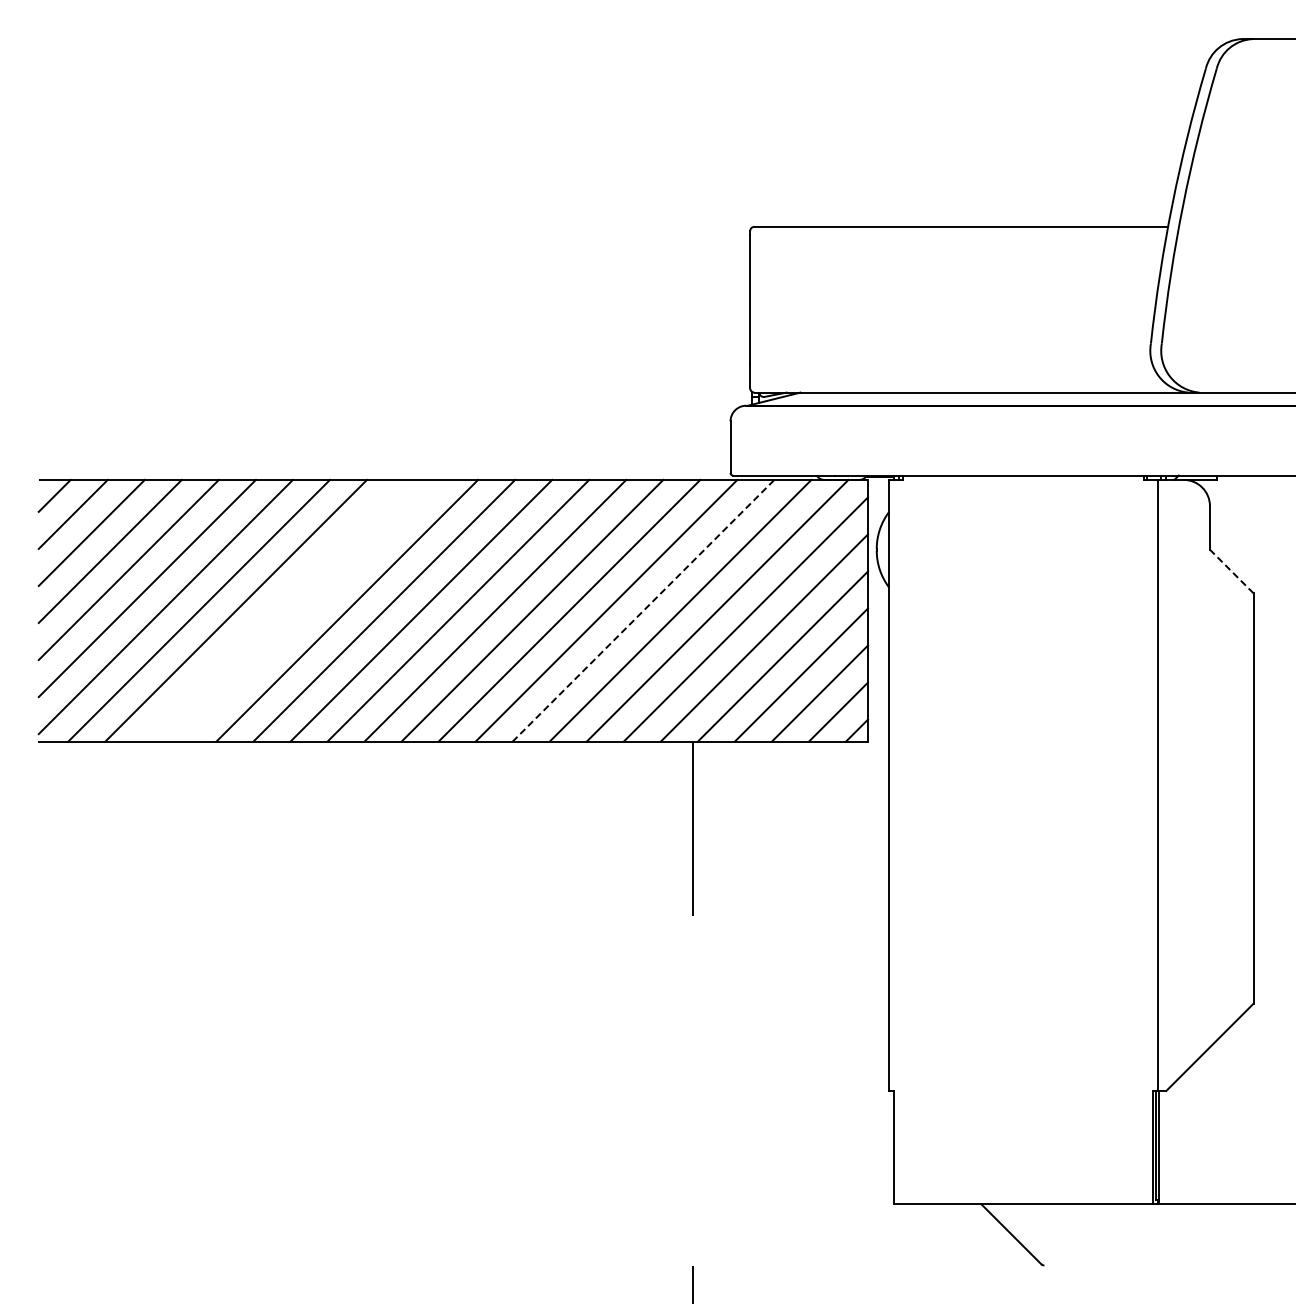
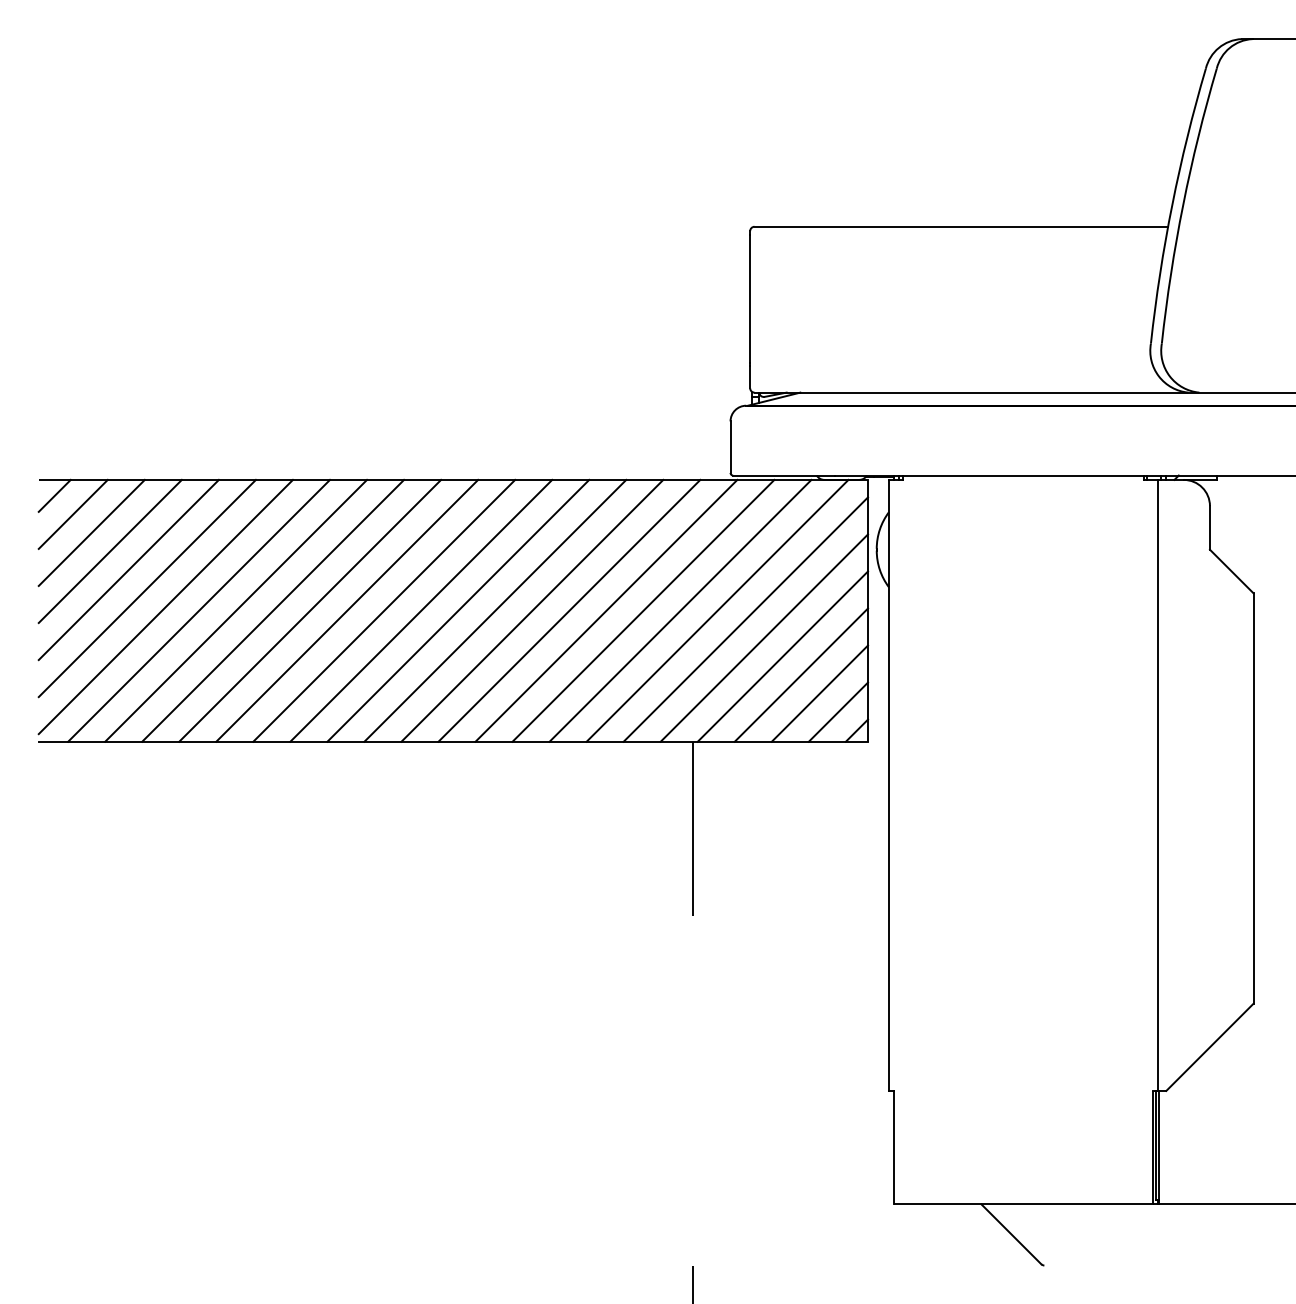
line at (1231, 571): dashed -> solid
line at (273, 610): none -> present
line at (310, 610): none -> present
line at (643, 610): dashed -> solid
